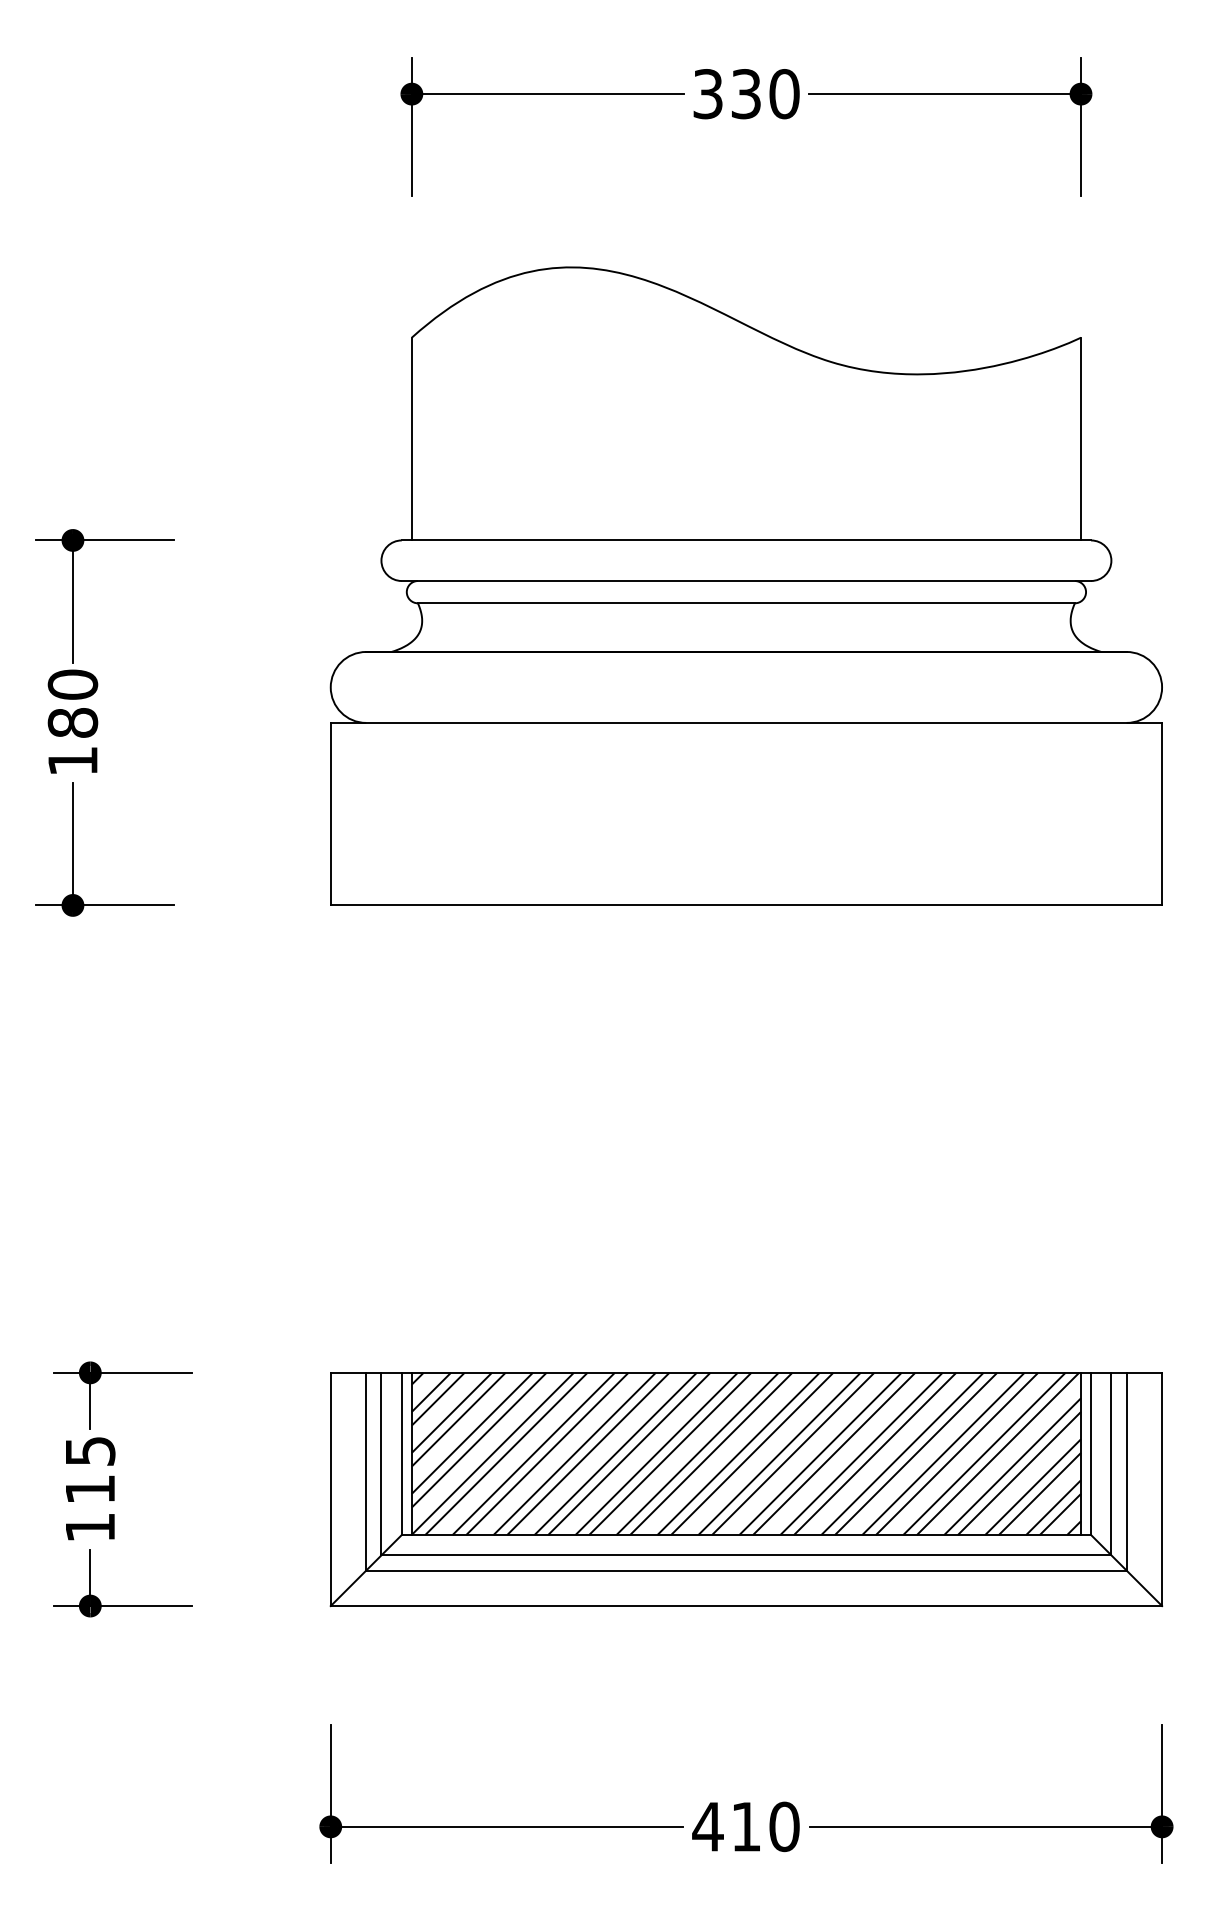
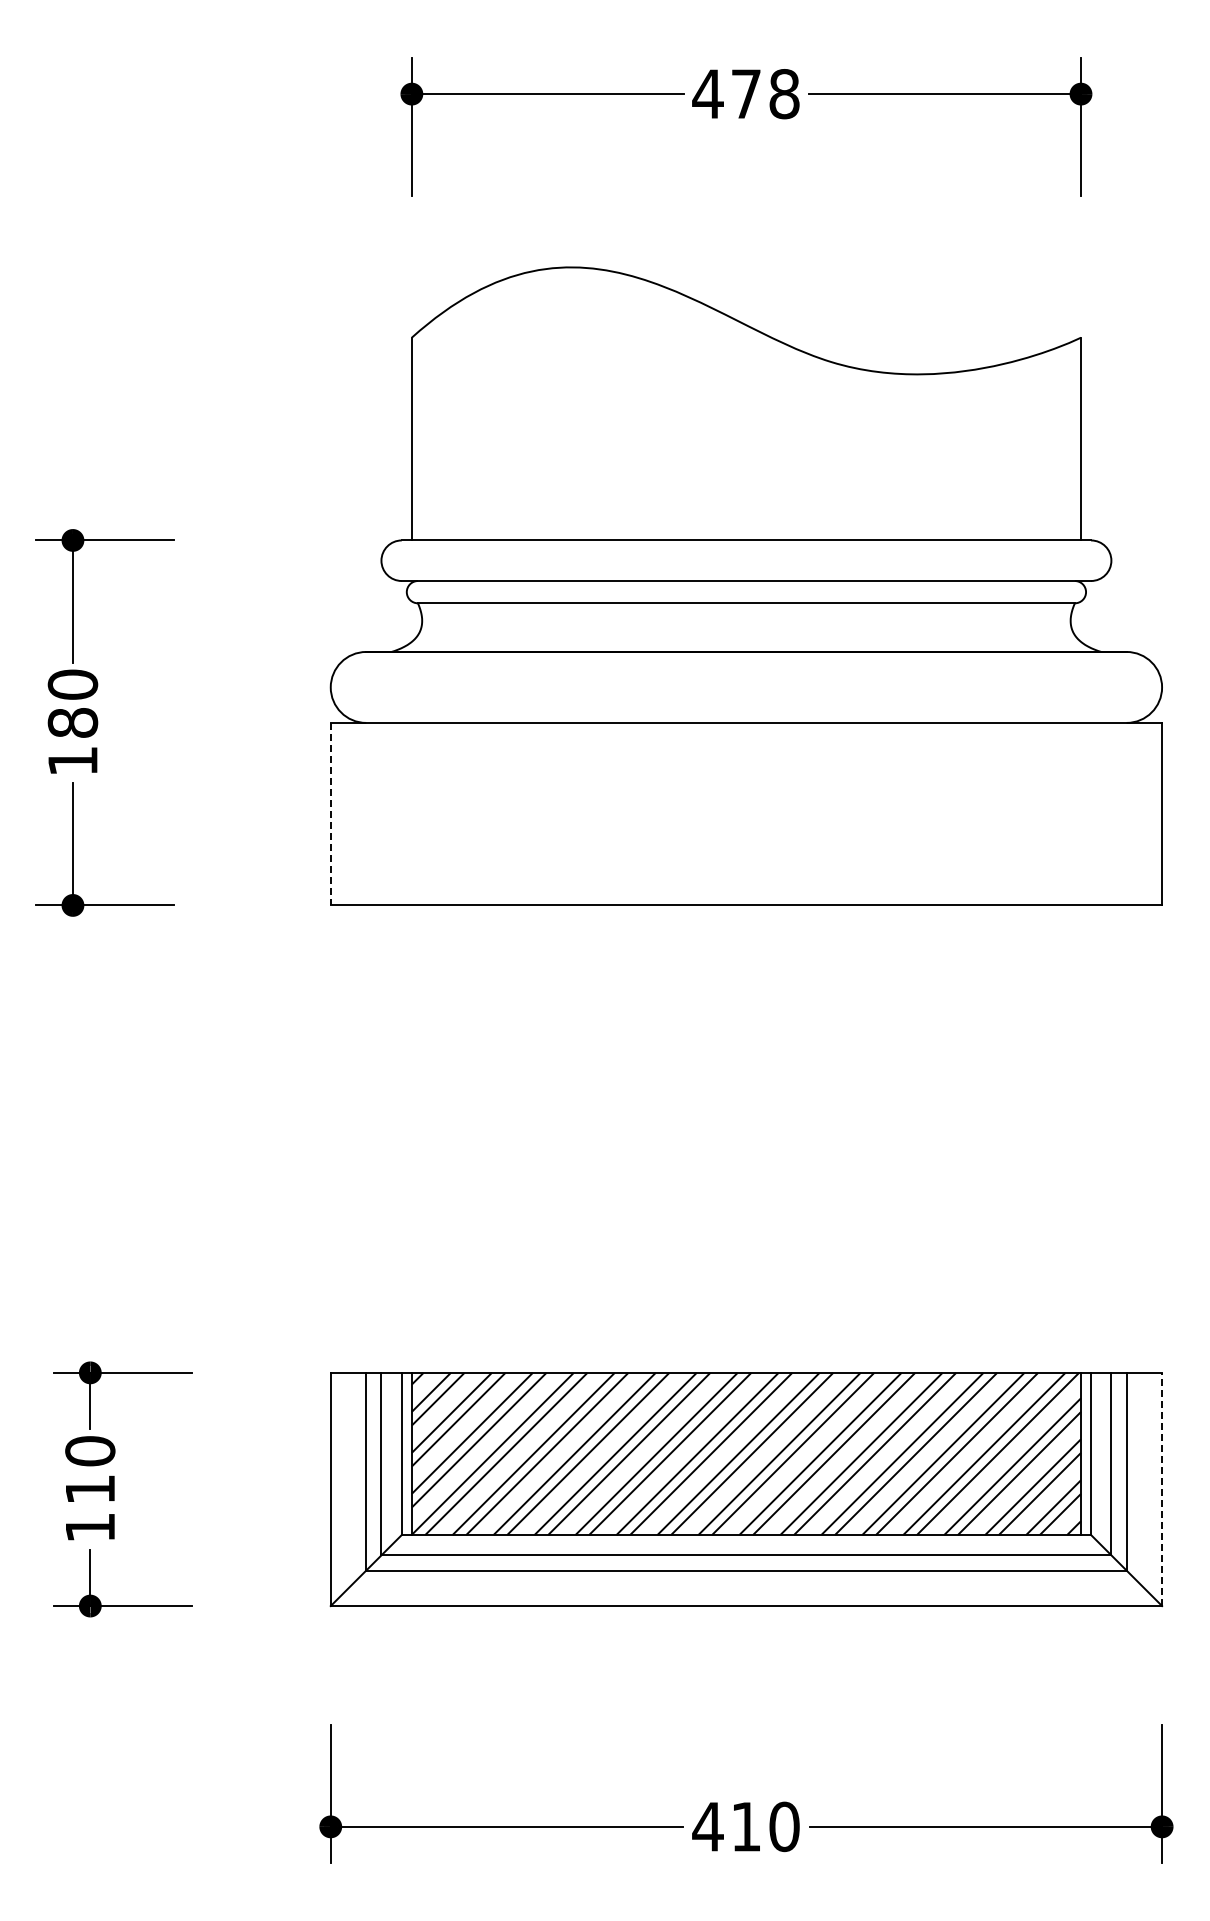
text at (745, 94): 330 -> 478
line at (330, 814): solid -> dashed
text at (90, 1451): 115 -> 110
line at (1162, 1489): solid -> dashed
